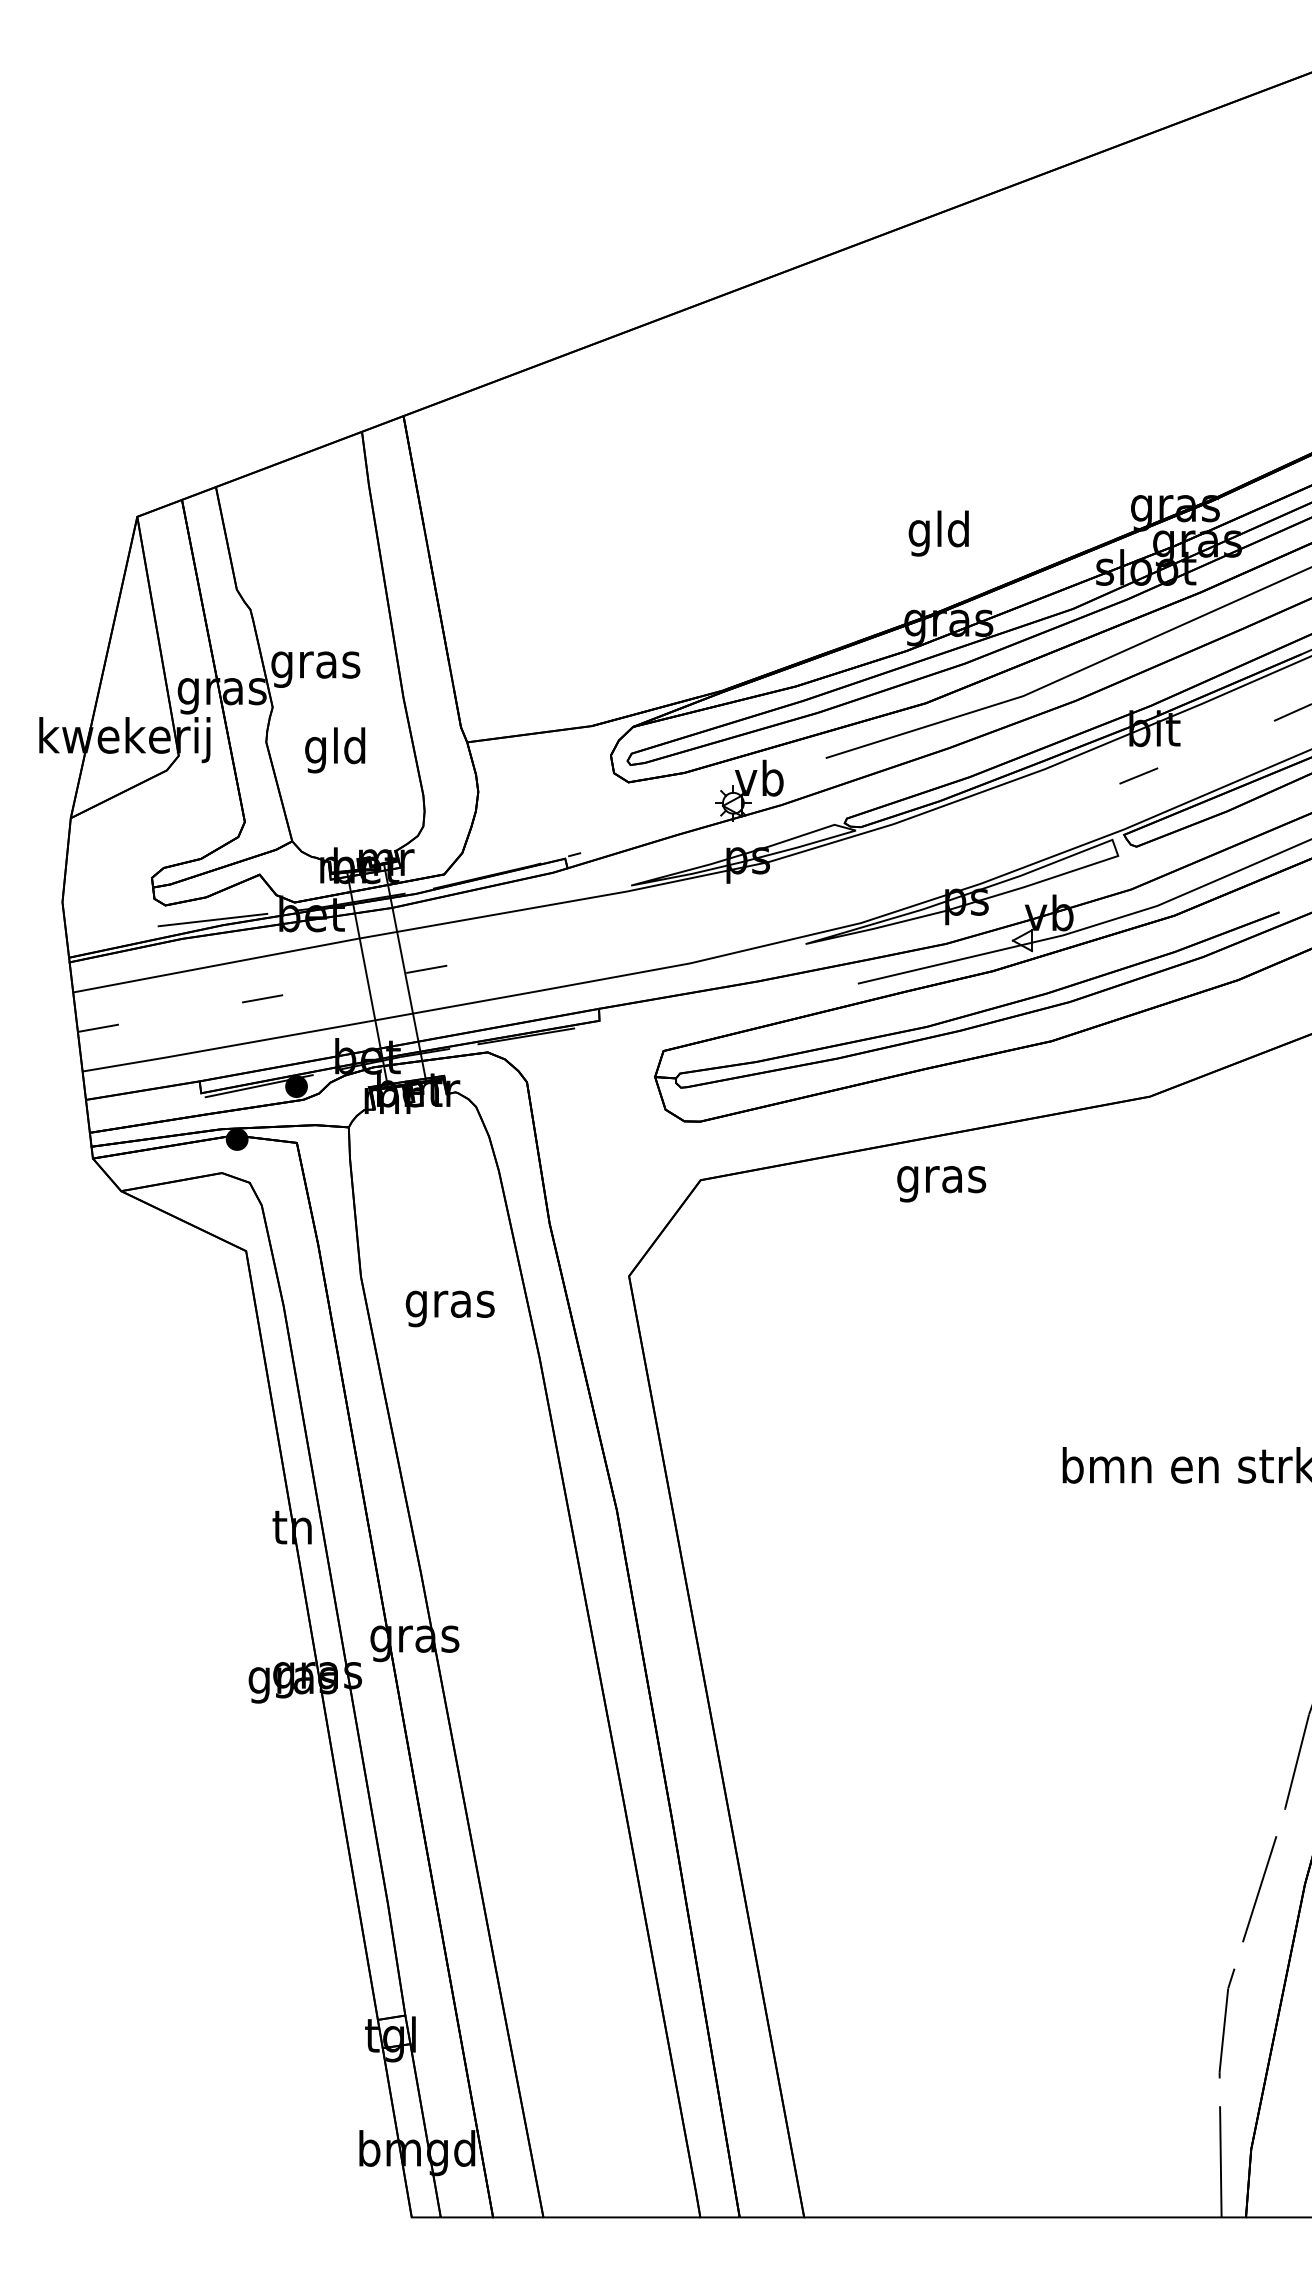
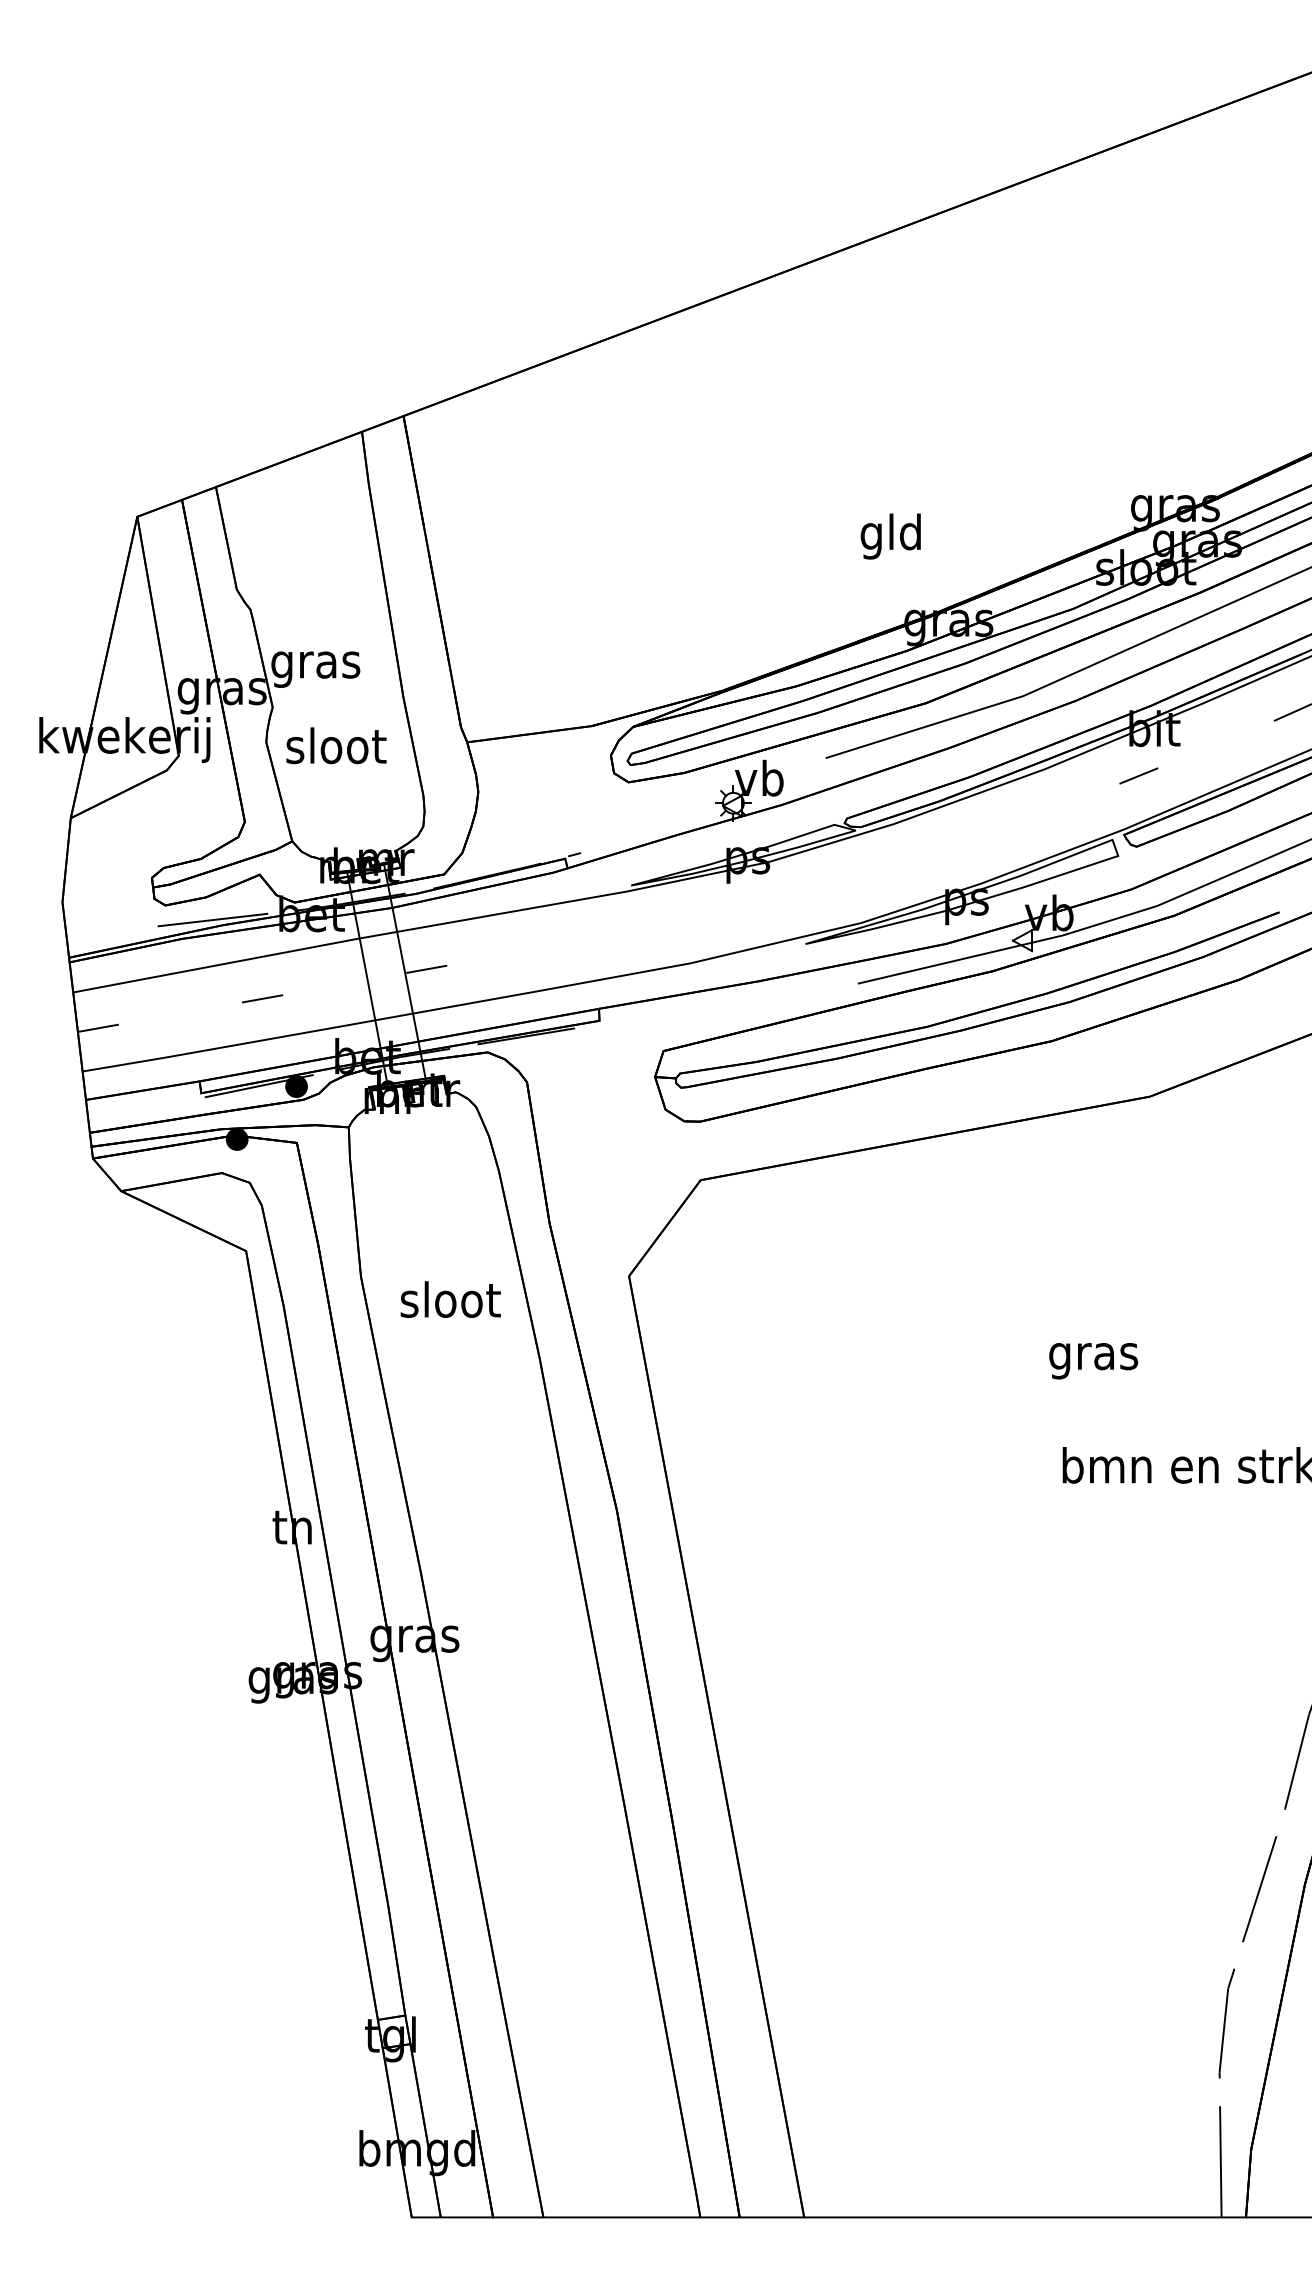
text at (938, 533) position: (938, 533) -> (890, 536)
text at (336, 750): gld -> sloot
text at (941, 1184) position: (941, 1184) -> (1093, 1361)
text at (450, 1304): gras -> sloot
